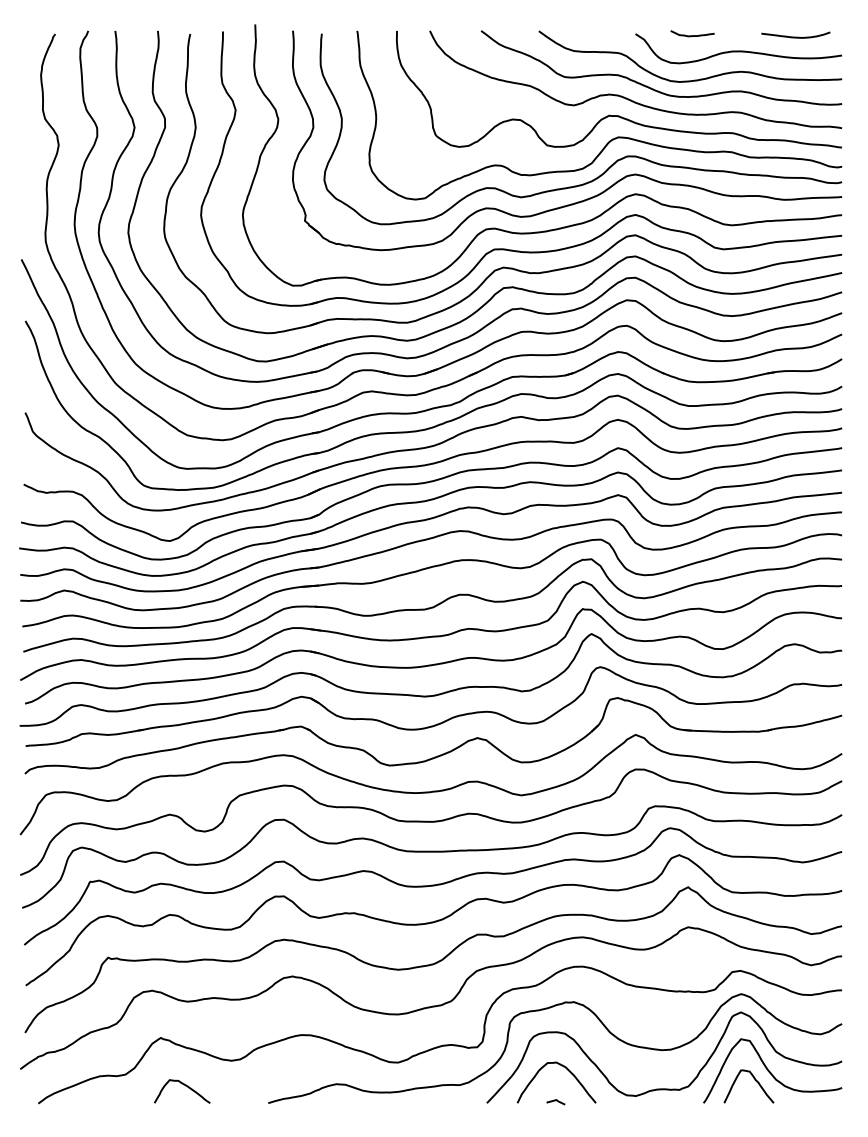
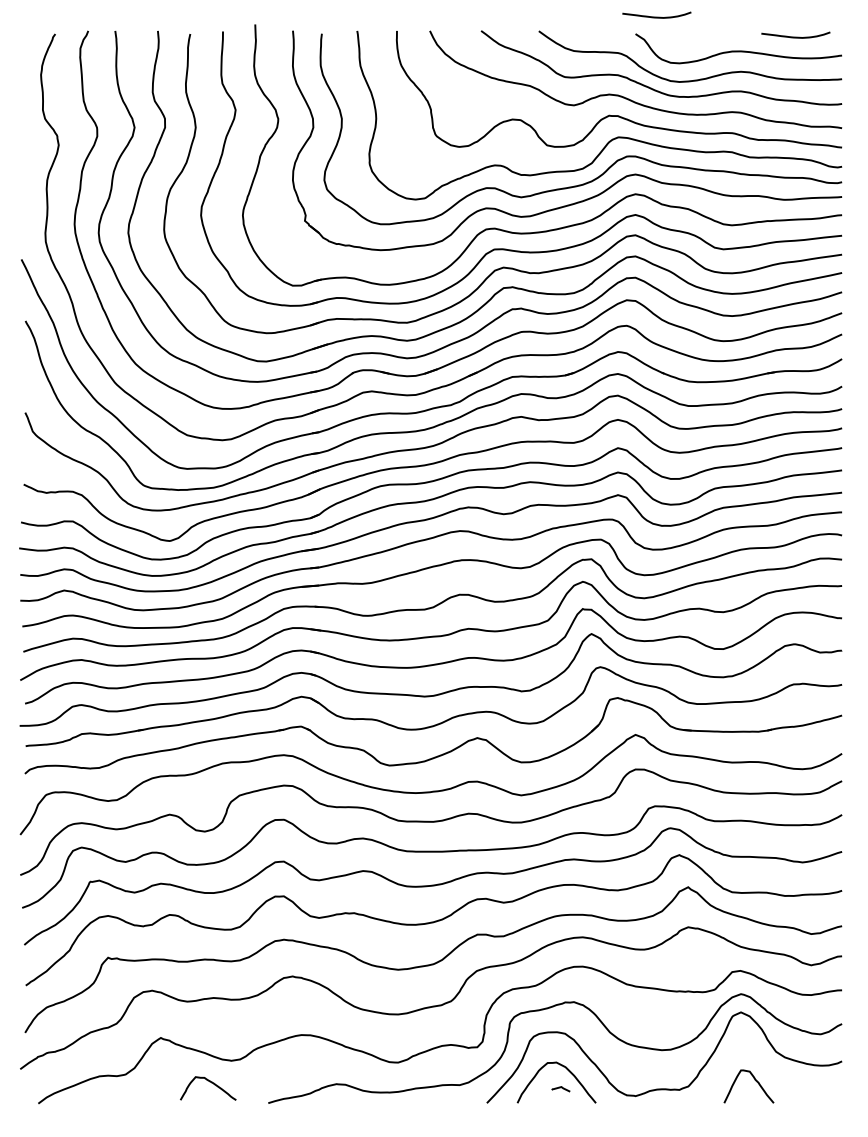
curve at (656, 16): none -> present
curve at (692, 35): present -> none
curve at (770, 1071): present -> none
curve at (185, 1086) position: (185, 1086) -> (211, 1083)
curve at (555, 1101) position: (555, 1101) -> (560, 1088)
